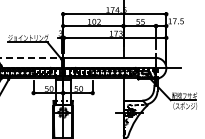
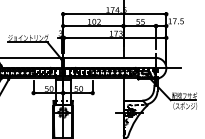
line at (31, 57): dashed -> solid
